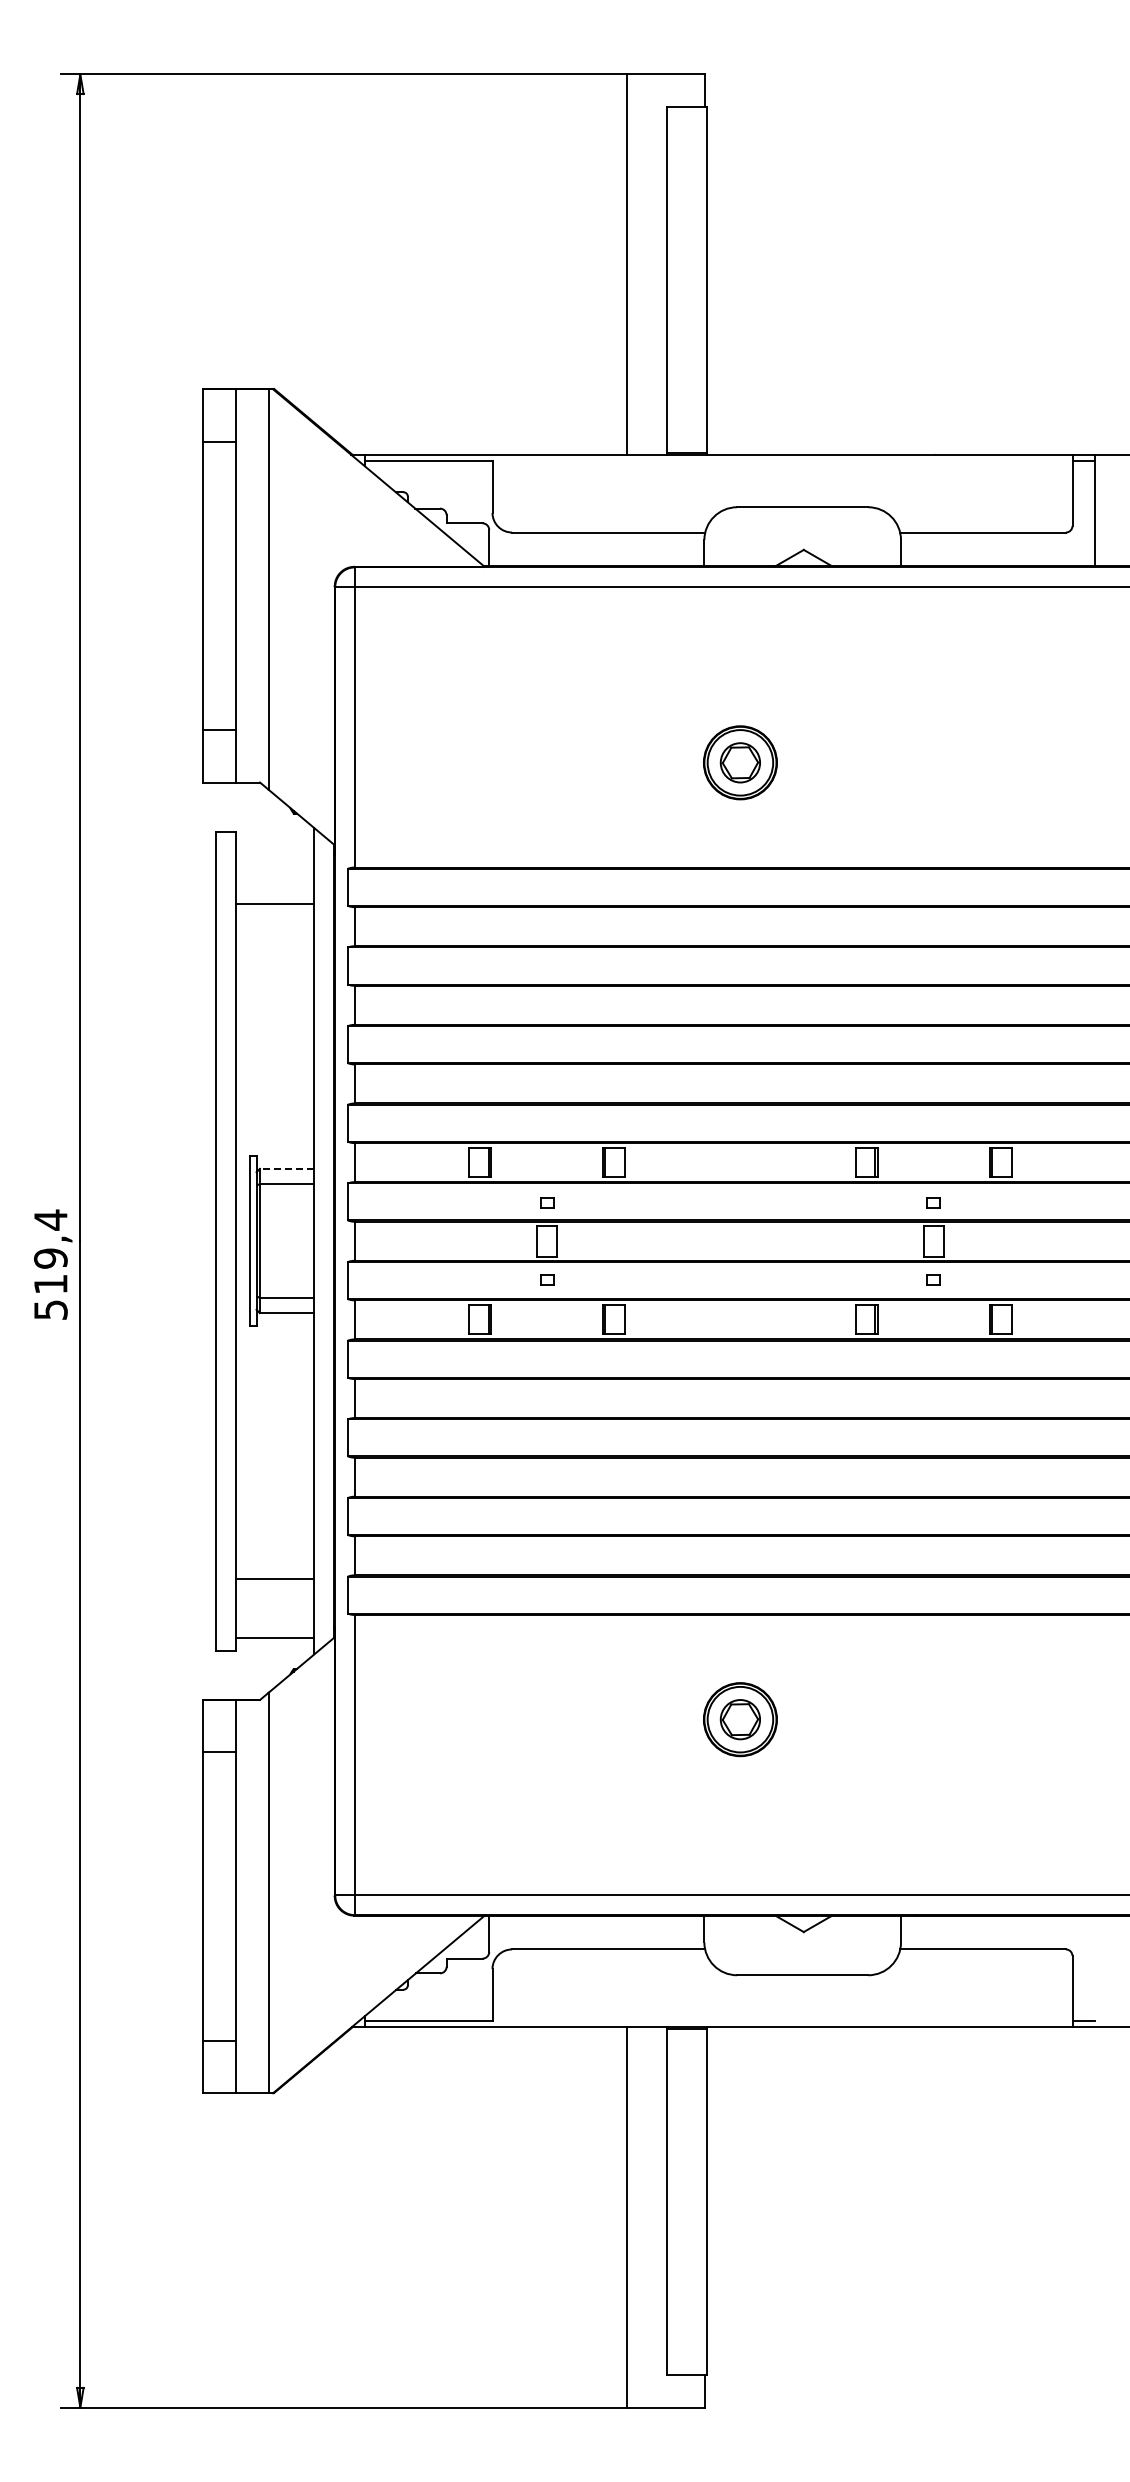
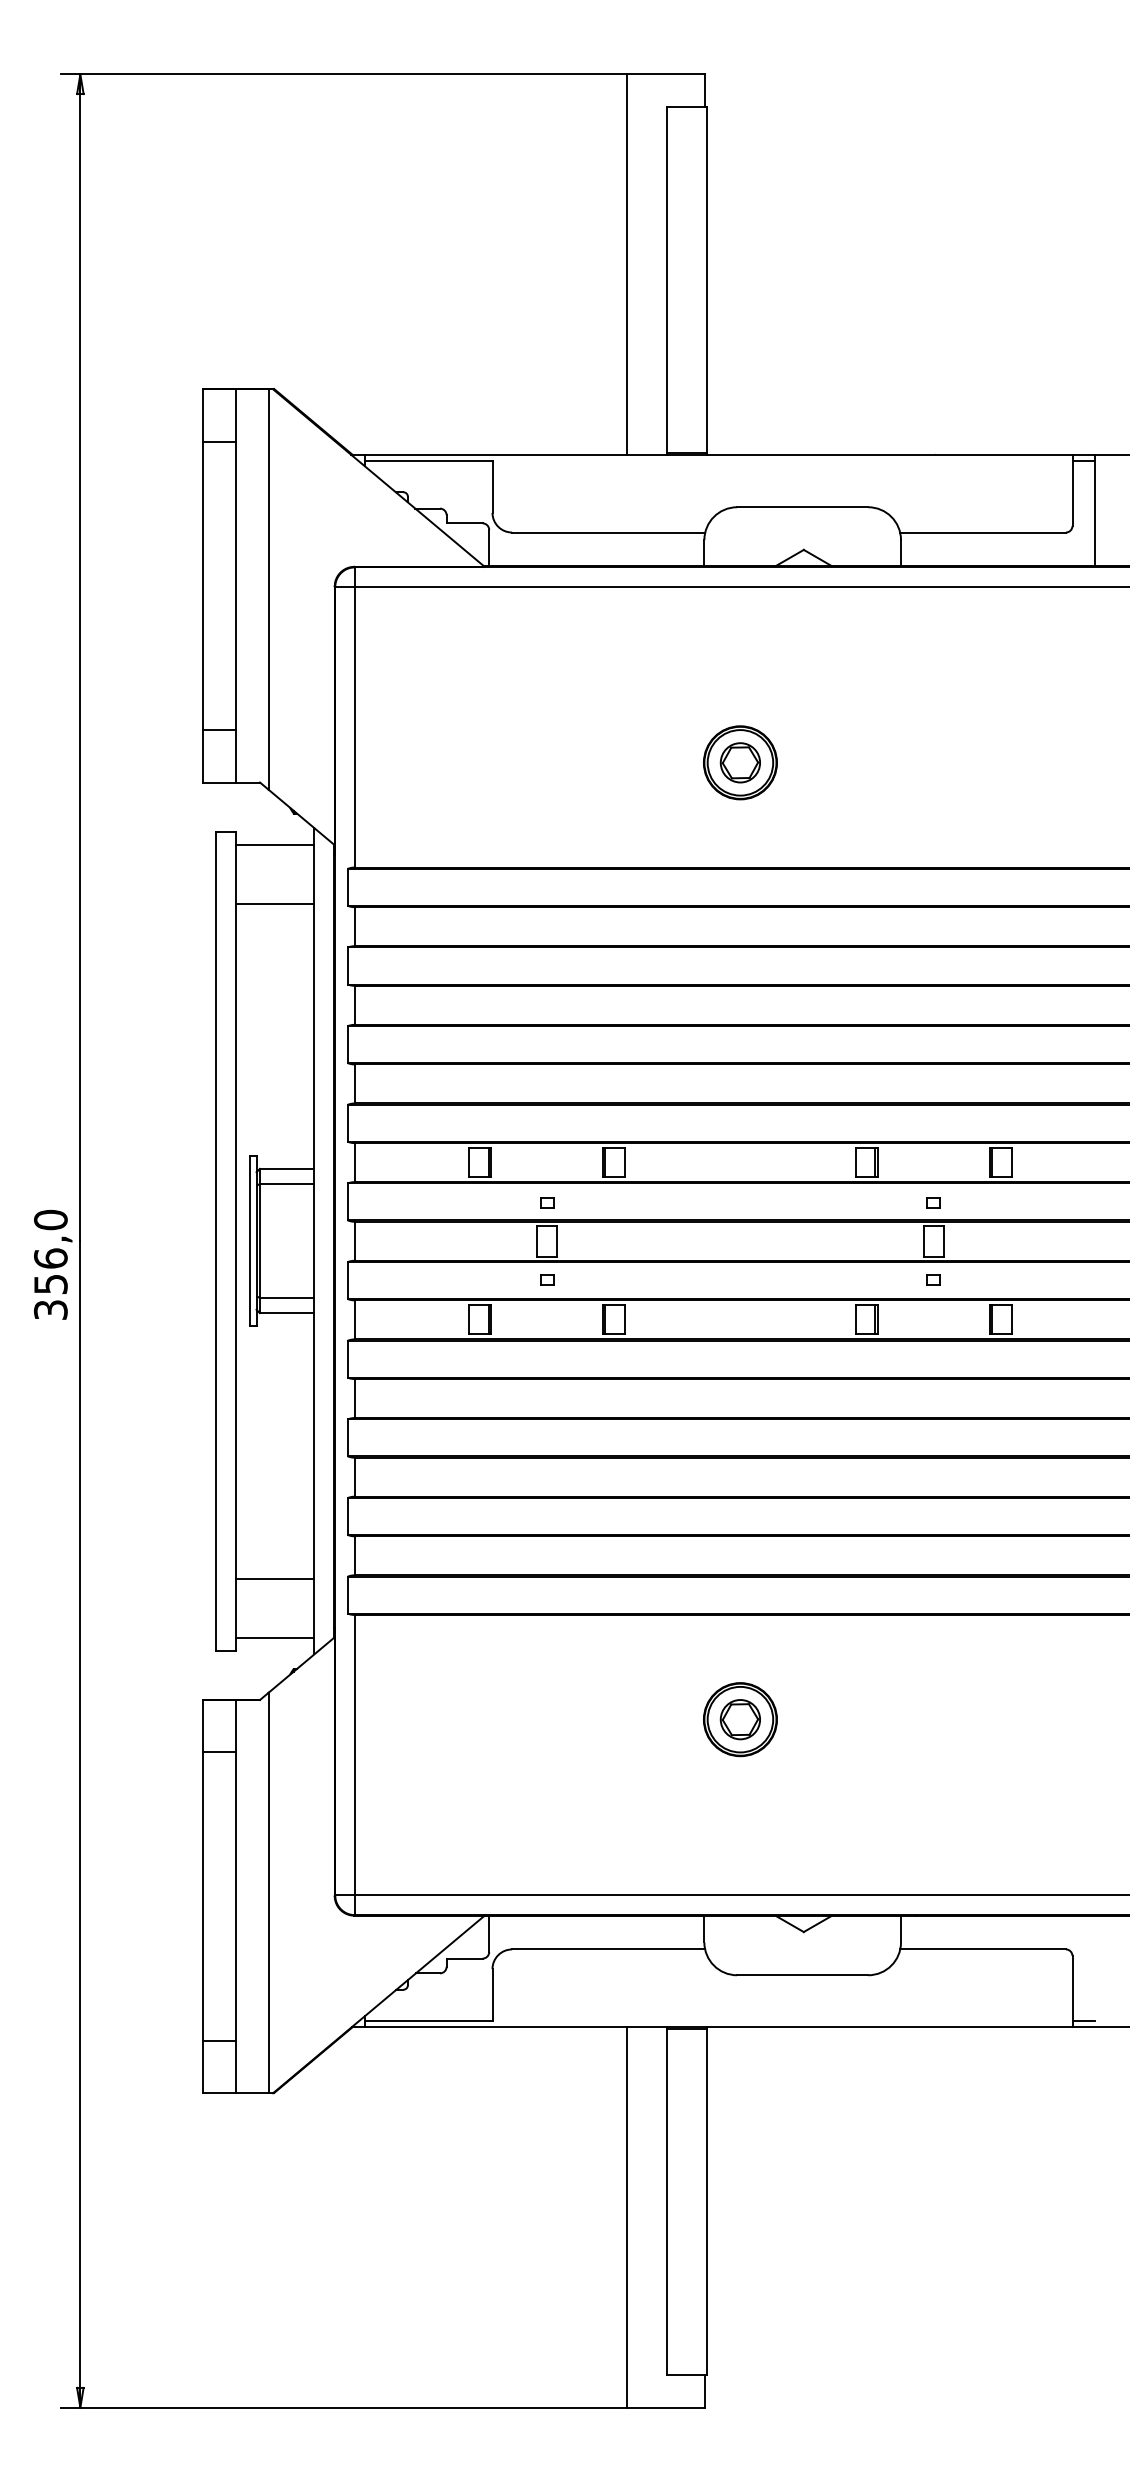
line at (274, 844): none -> present
line at (286, 1168): dashed -> solid
text at (50, 1264): 519,4 -> 356,0
